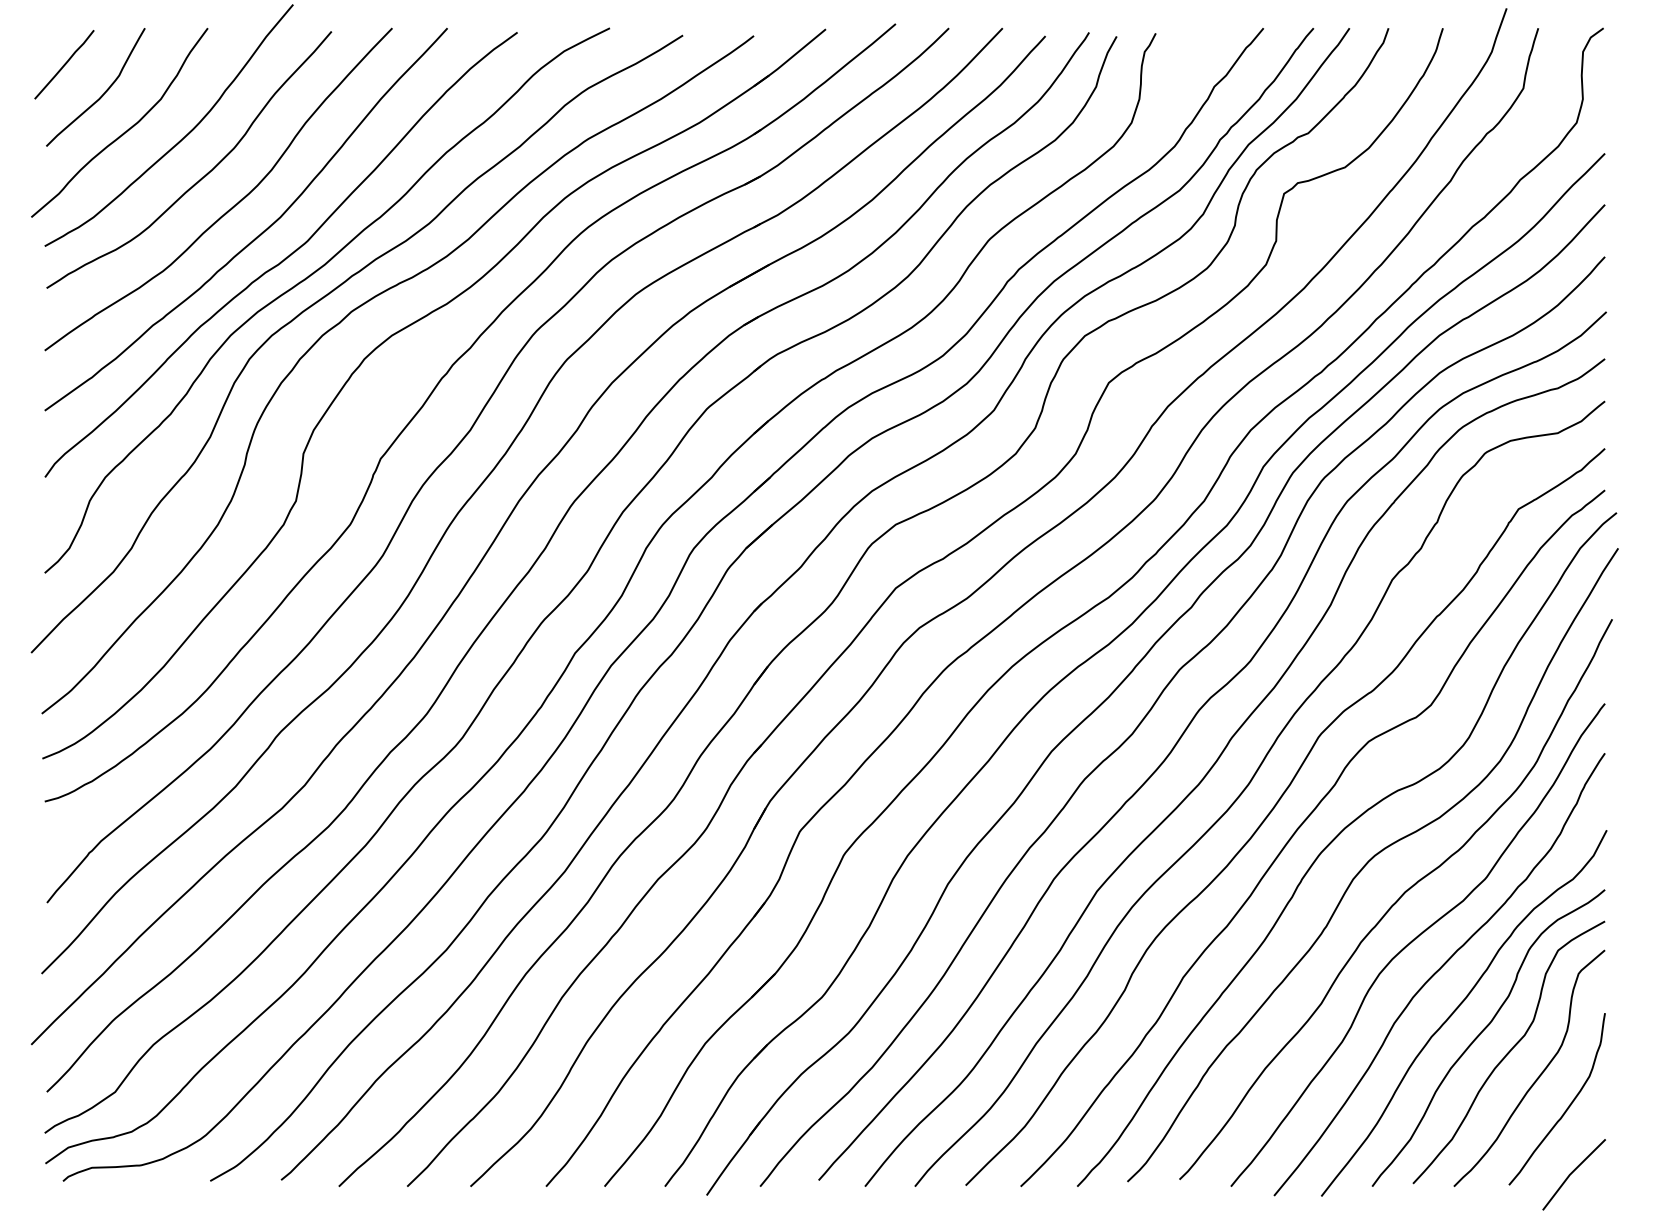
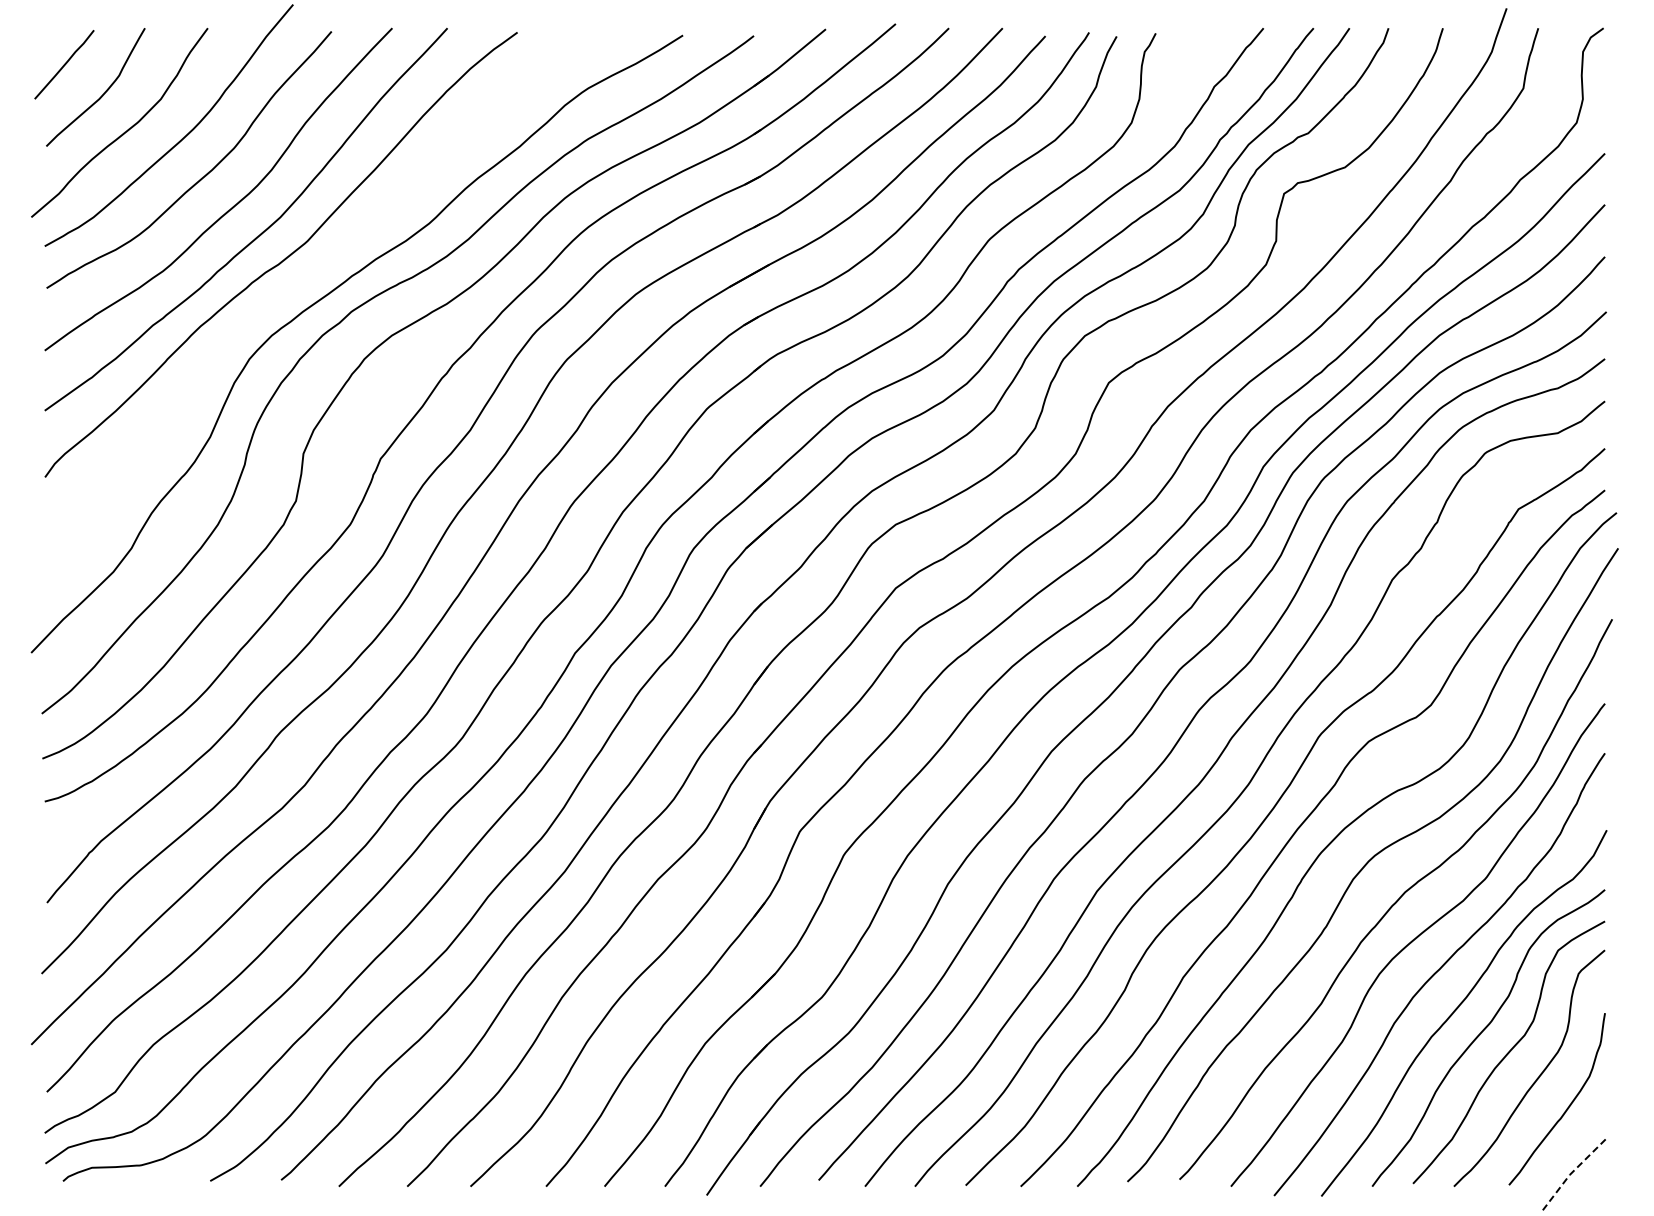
curve at (308, 278): present -> none
line at (1571, 1173): solid -> dashed
